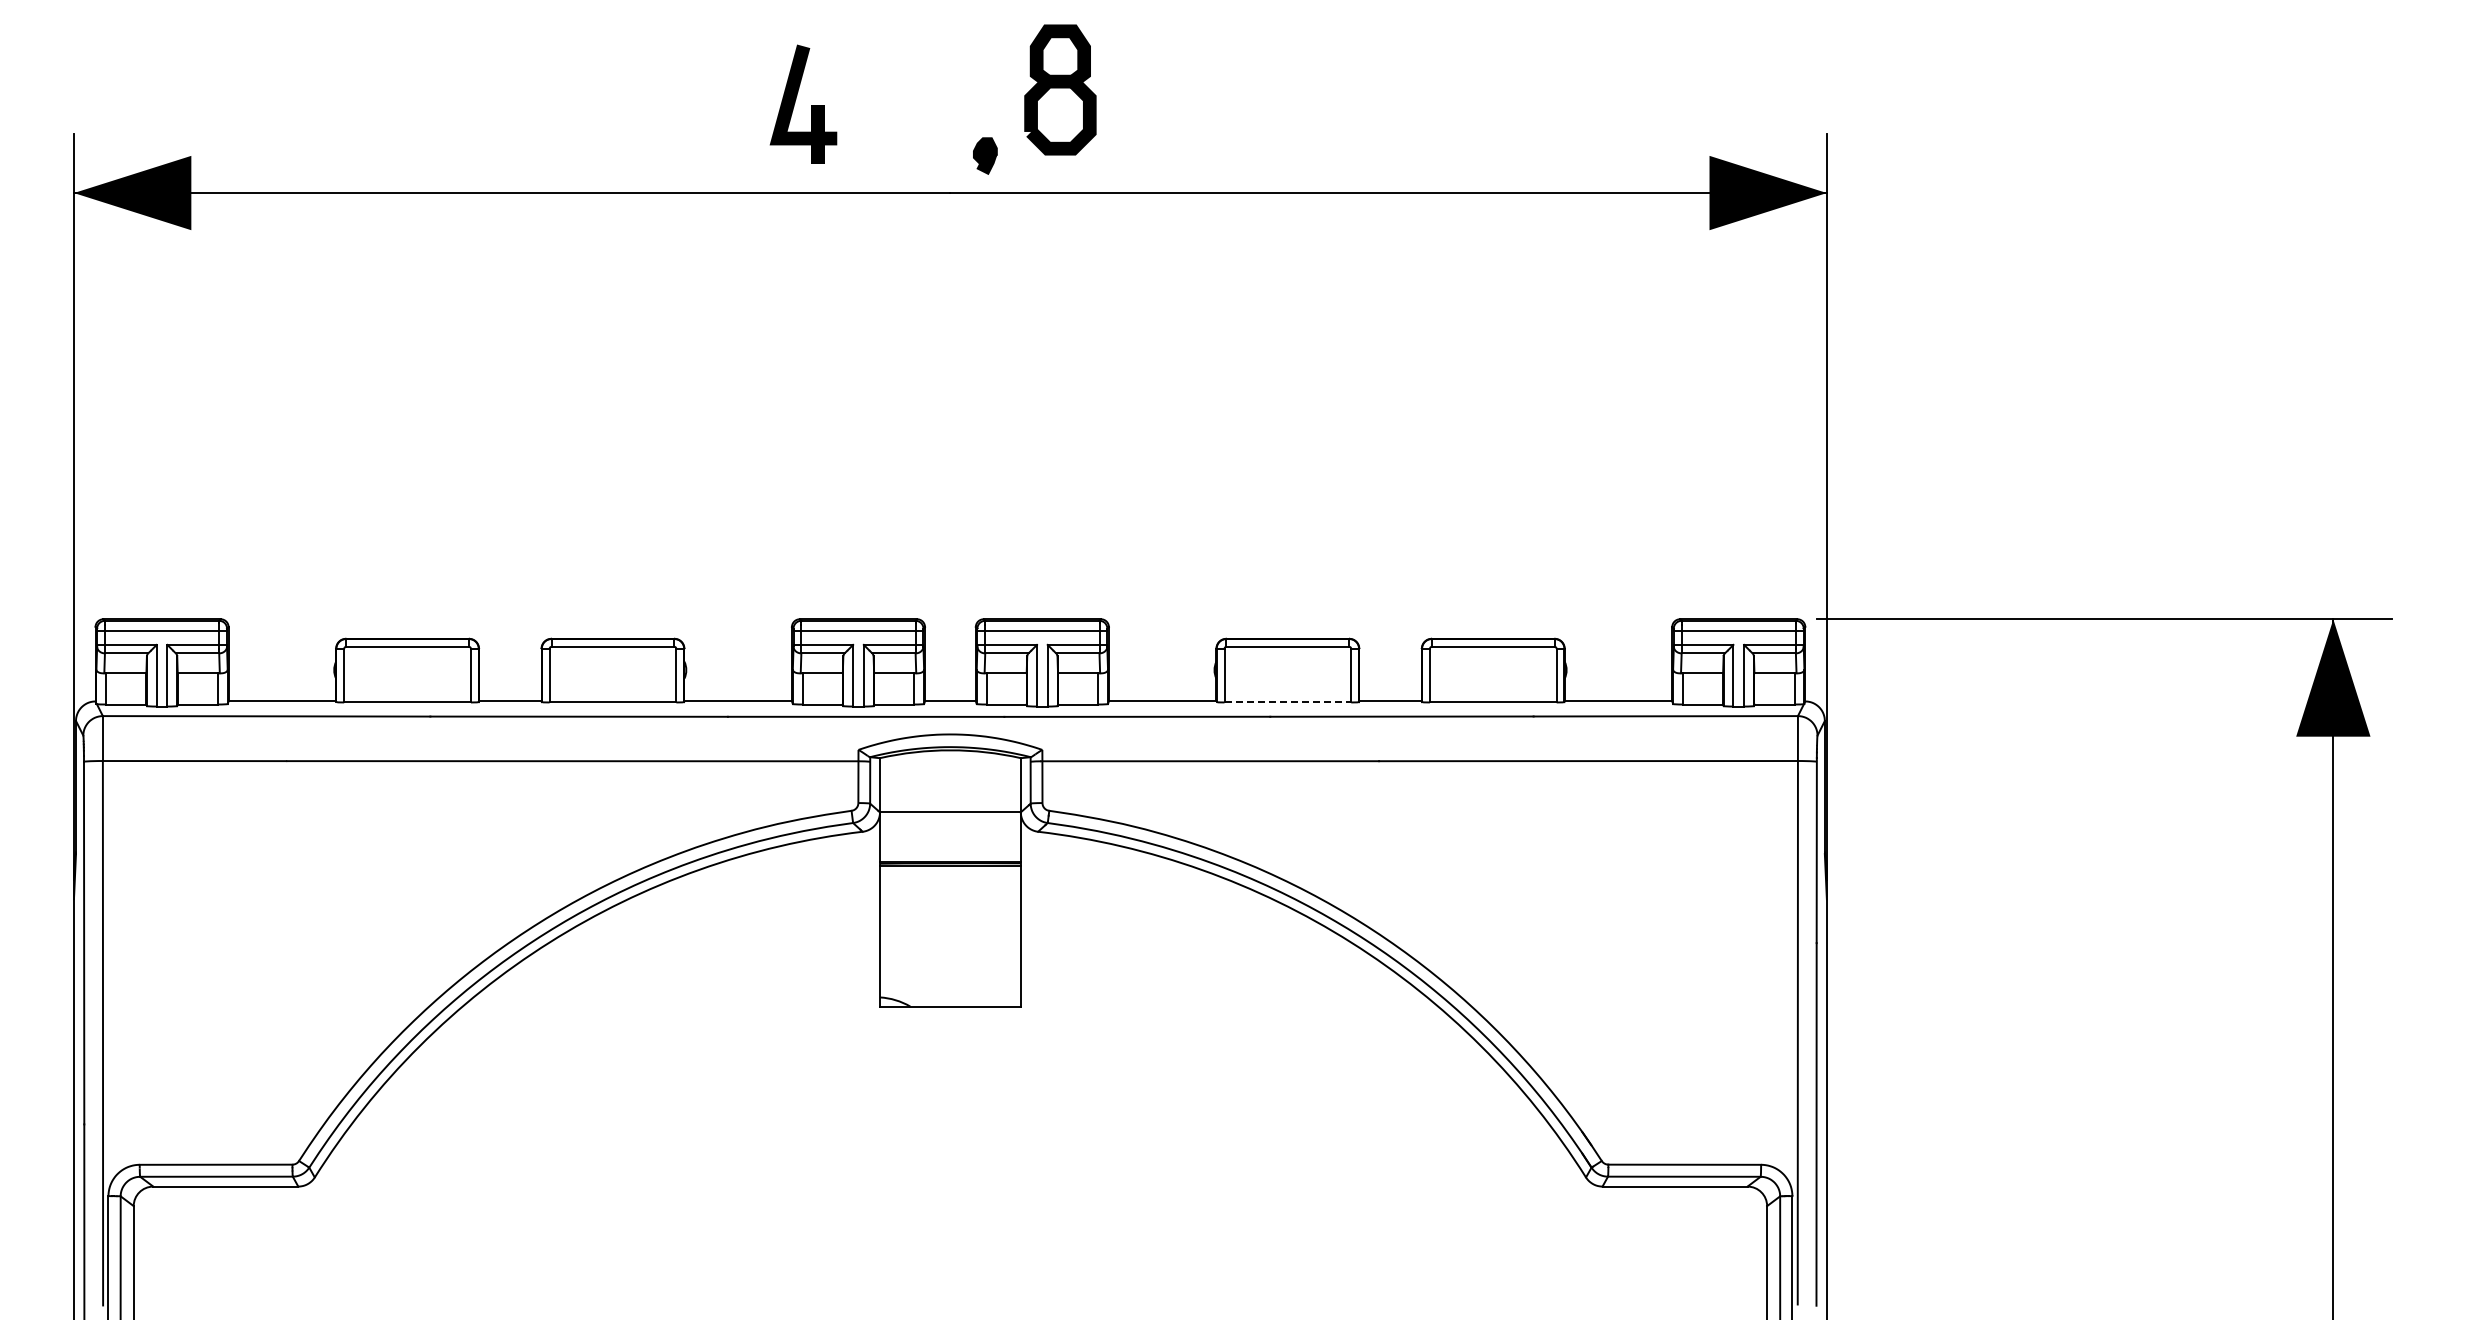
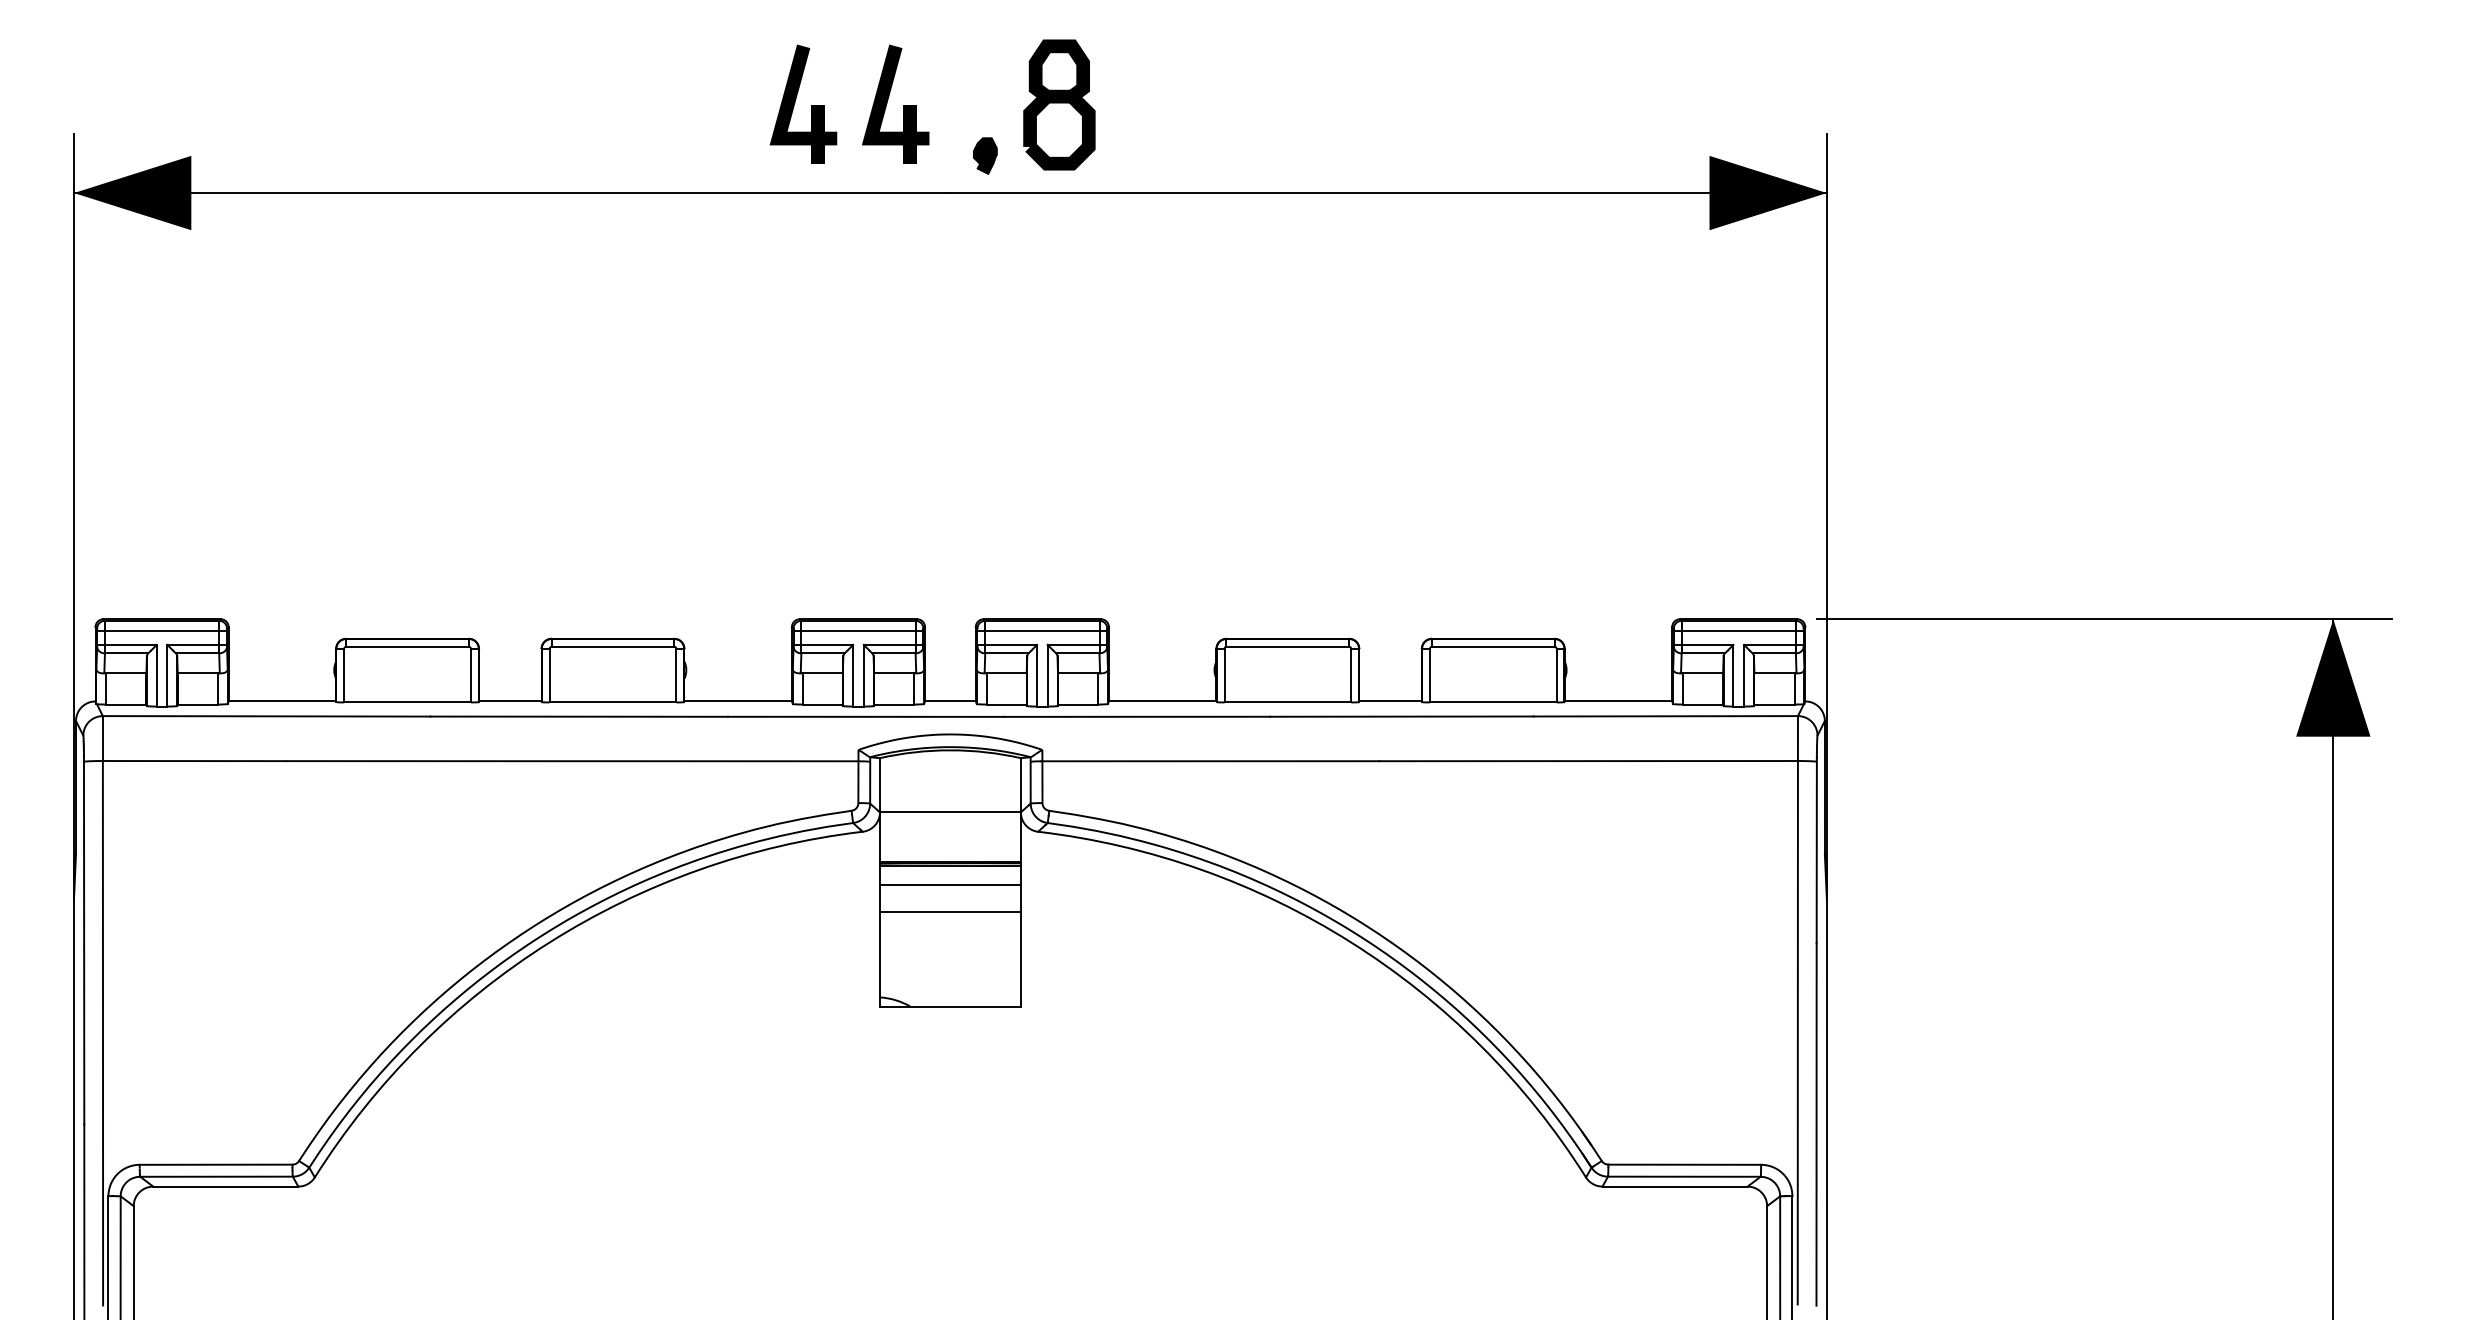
part at (1060, 89) position: (1060, 89) -> (1059, 104)
part at (888, 100): none -> present
line at (1288, 702): dashed -> solid
line at (950, 885): none -> present
line at (950, 911): none -> present
